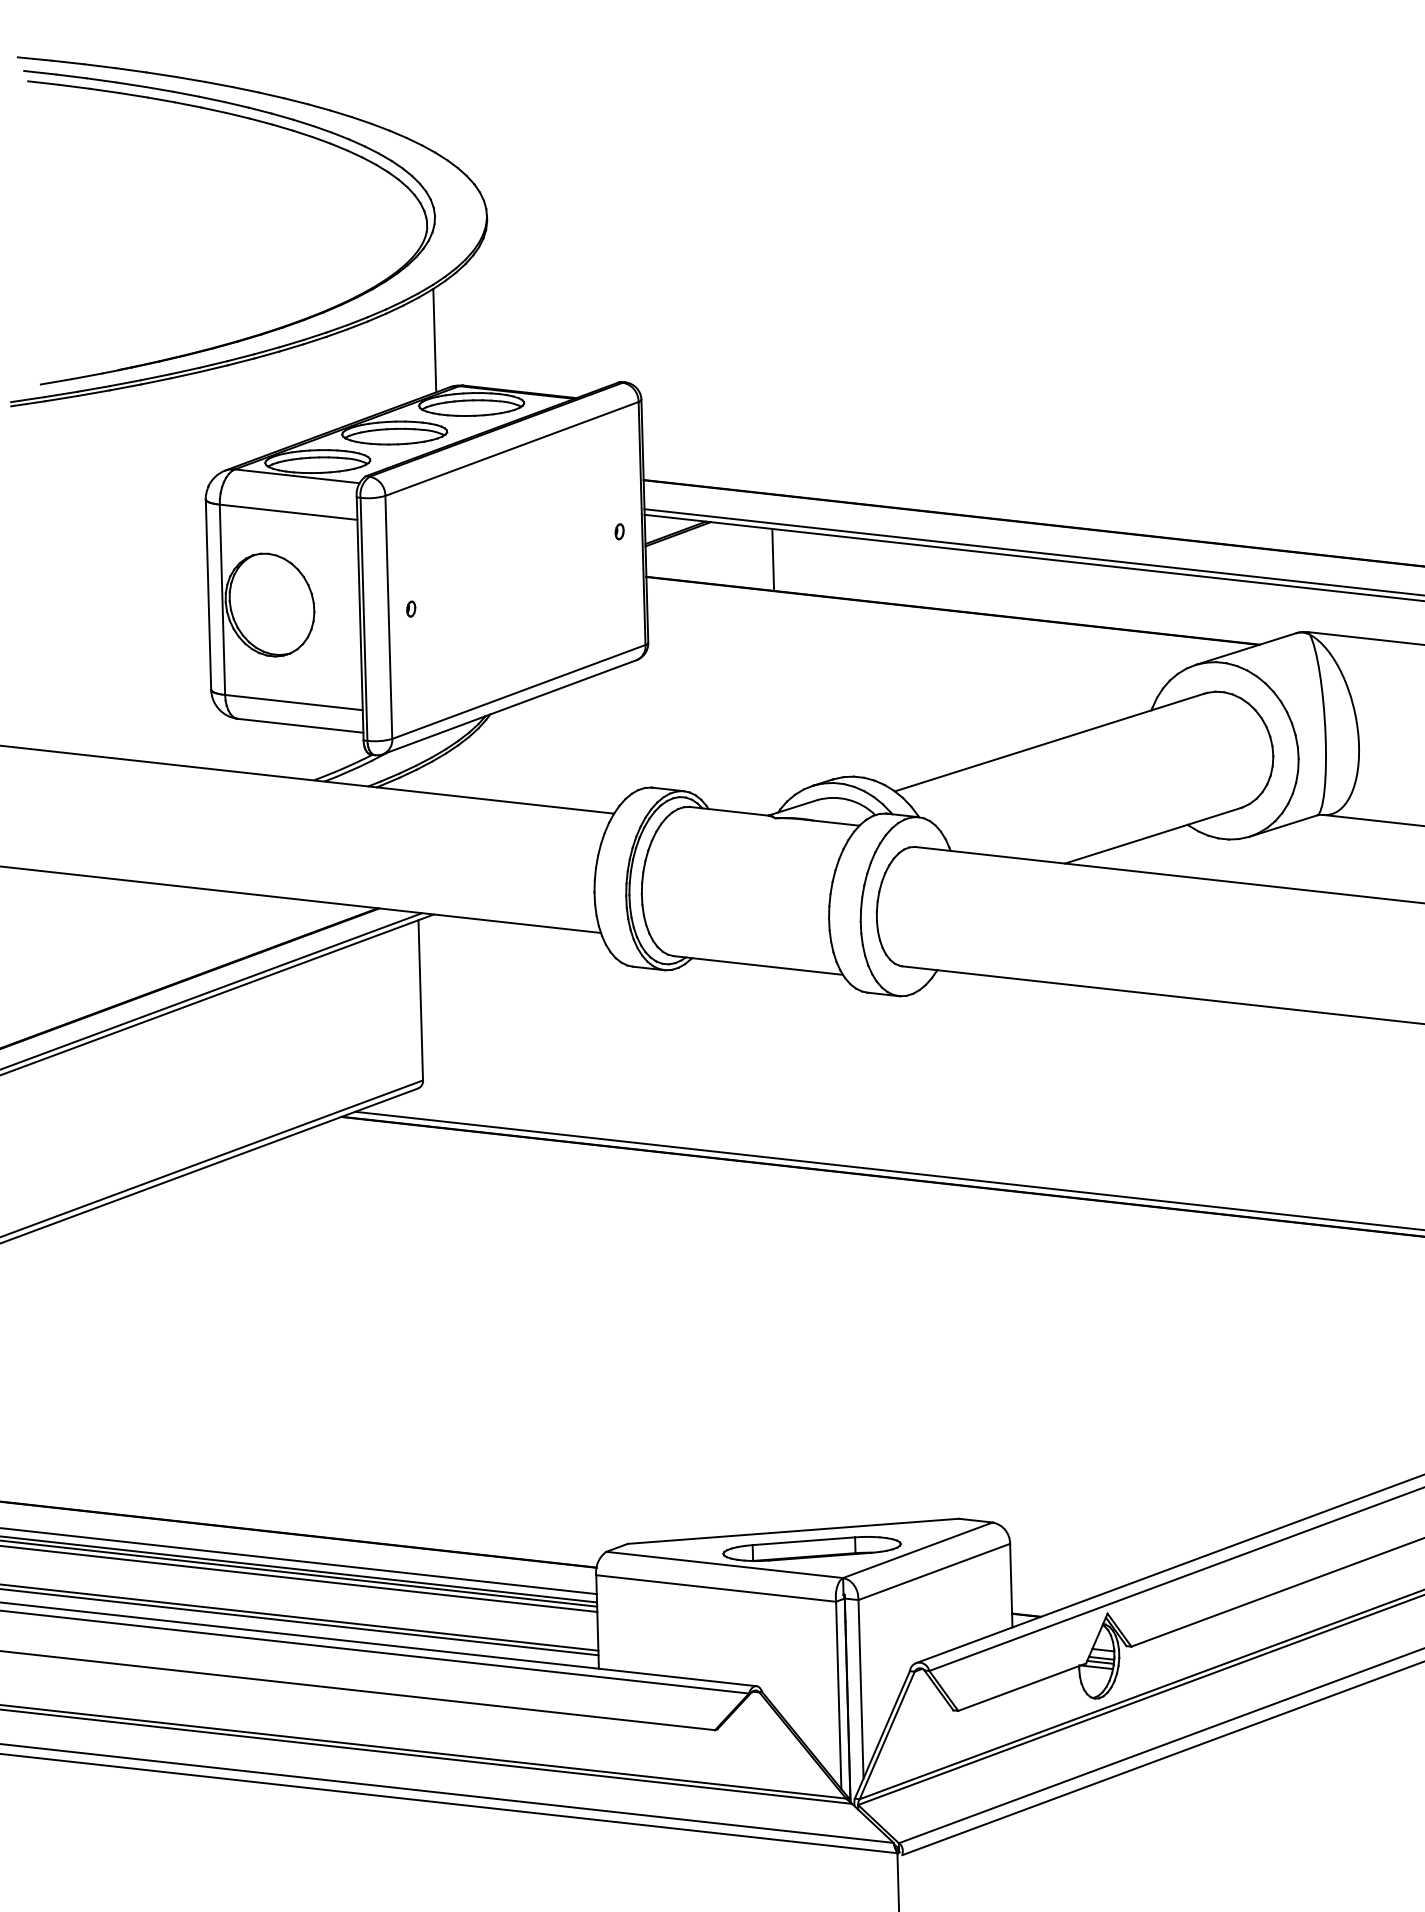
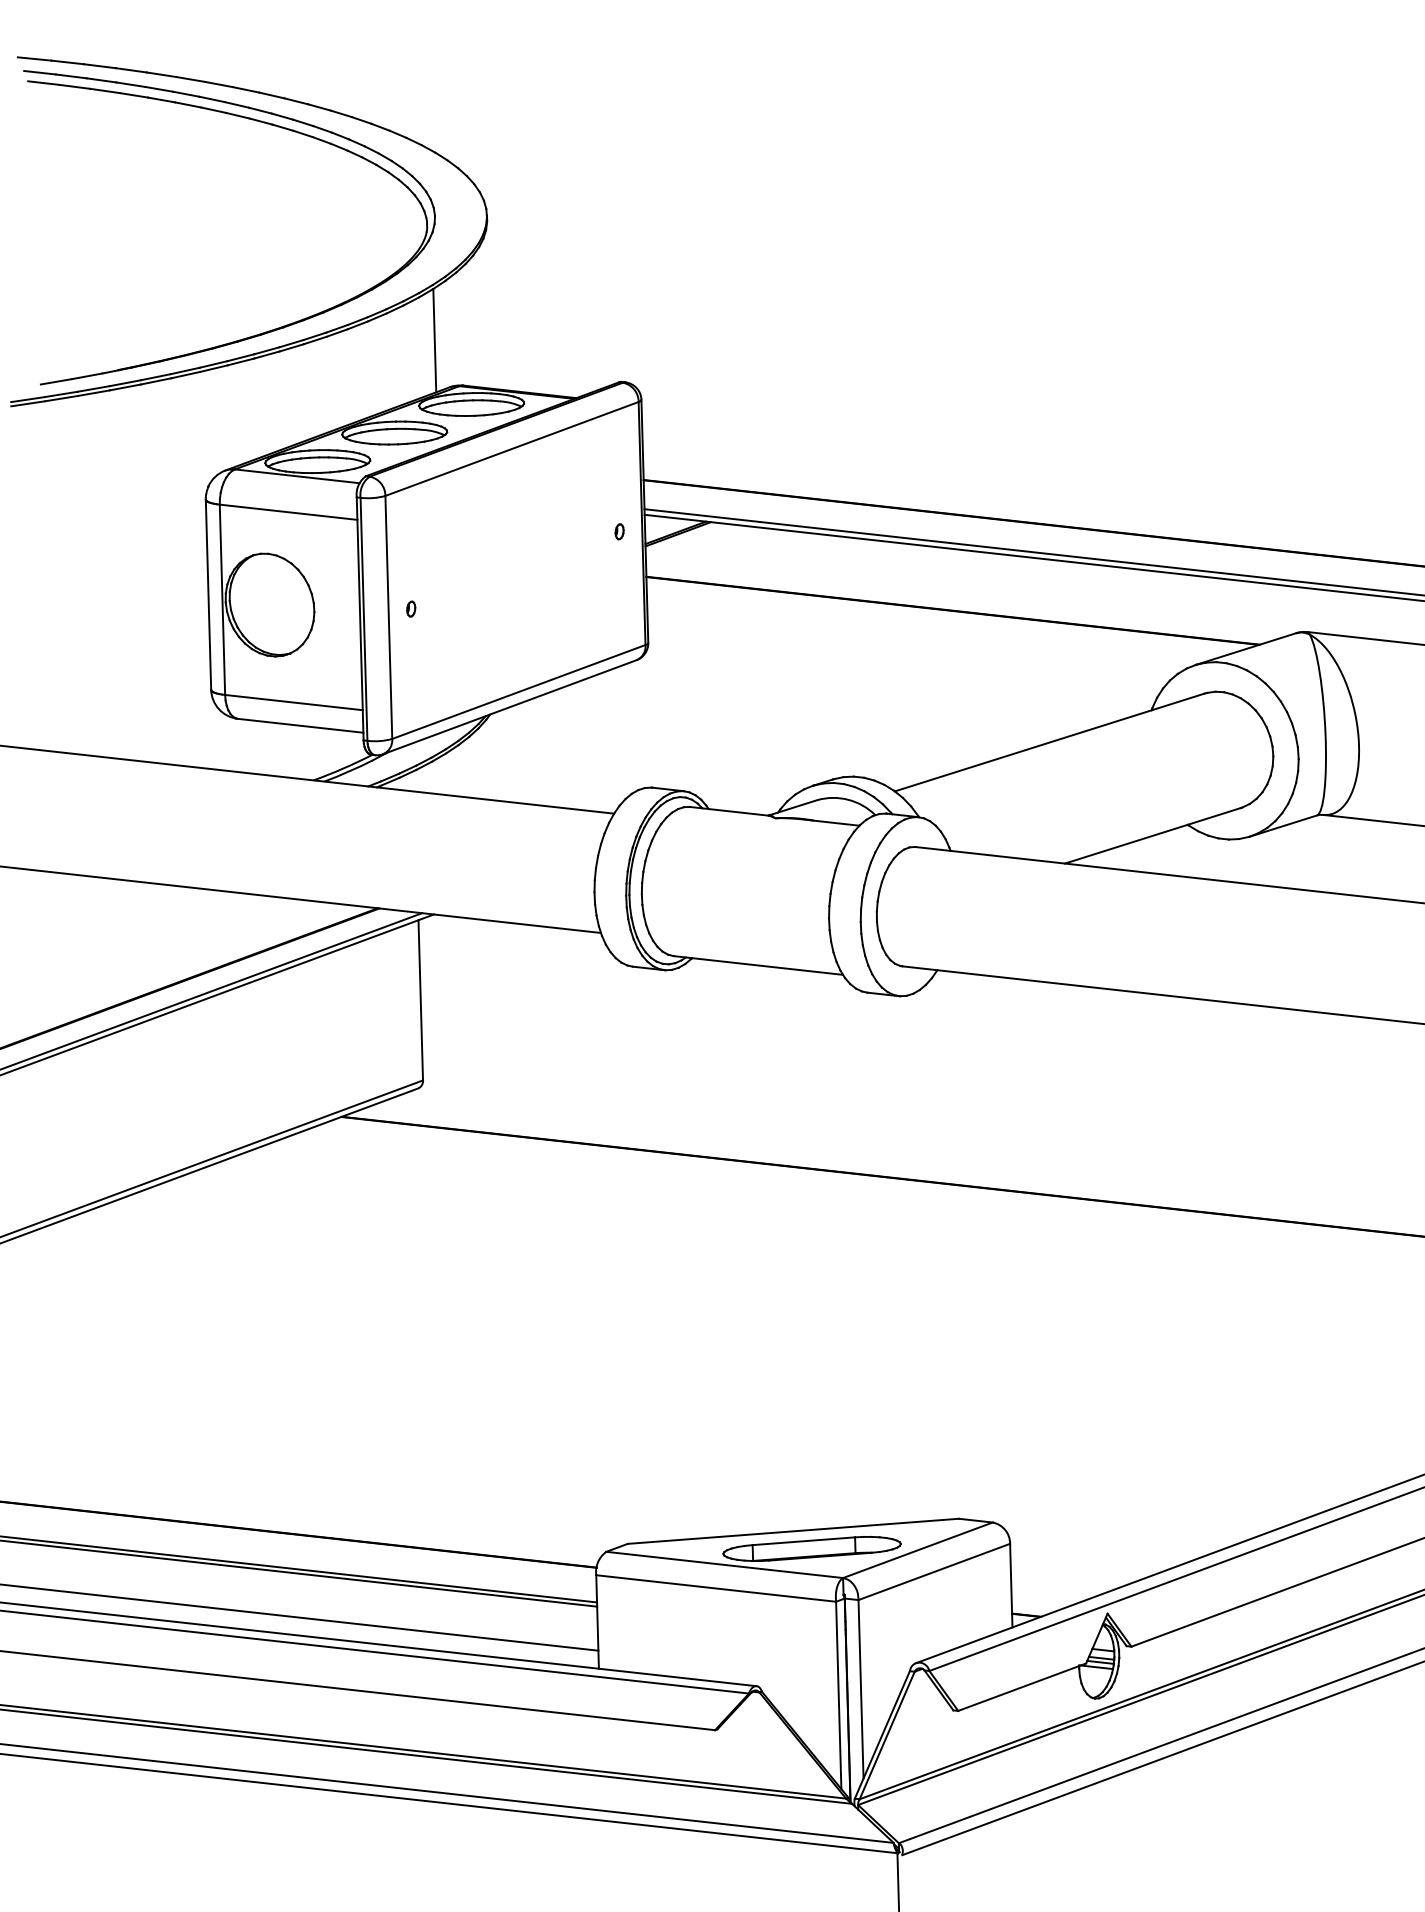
line at (773, 559): present -> none
line at (888, 1170): present -> none
line at (299, 1561): present -> none
line at (299, 1578): present -> none
line at (300, 1622): present -> none
